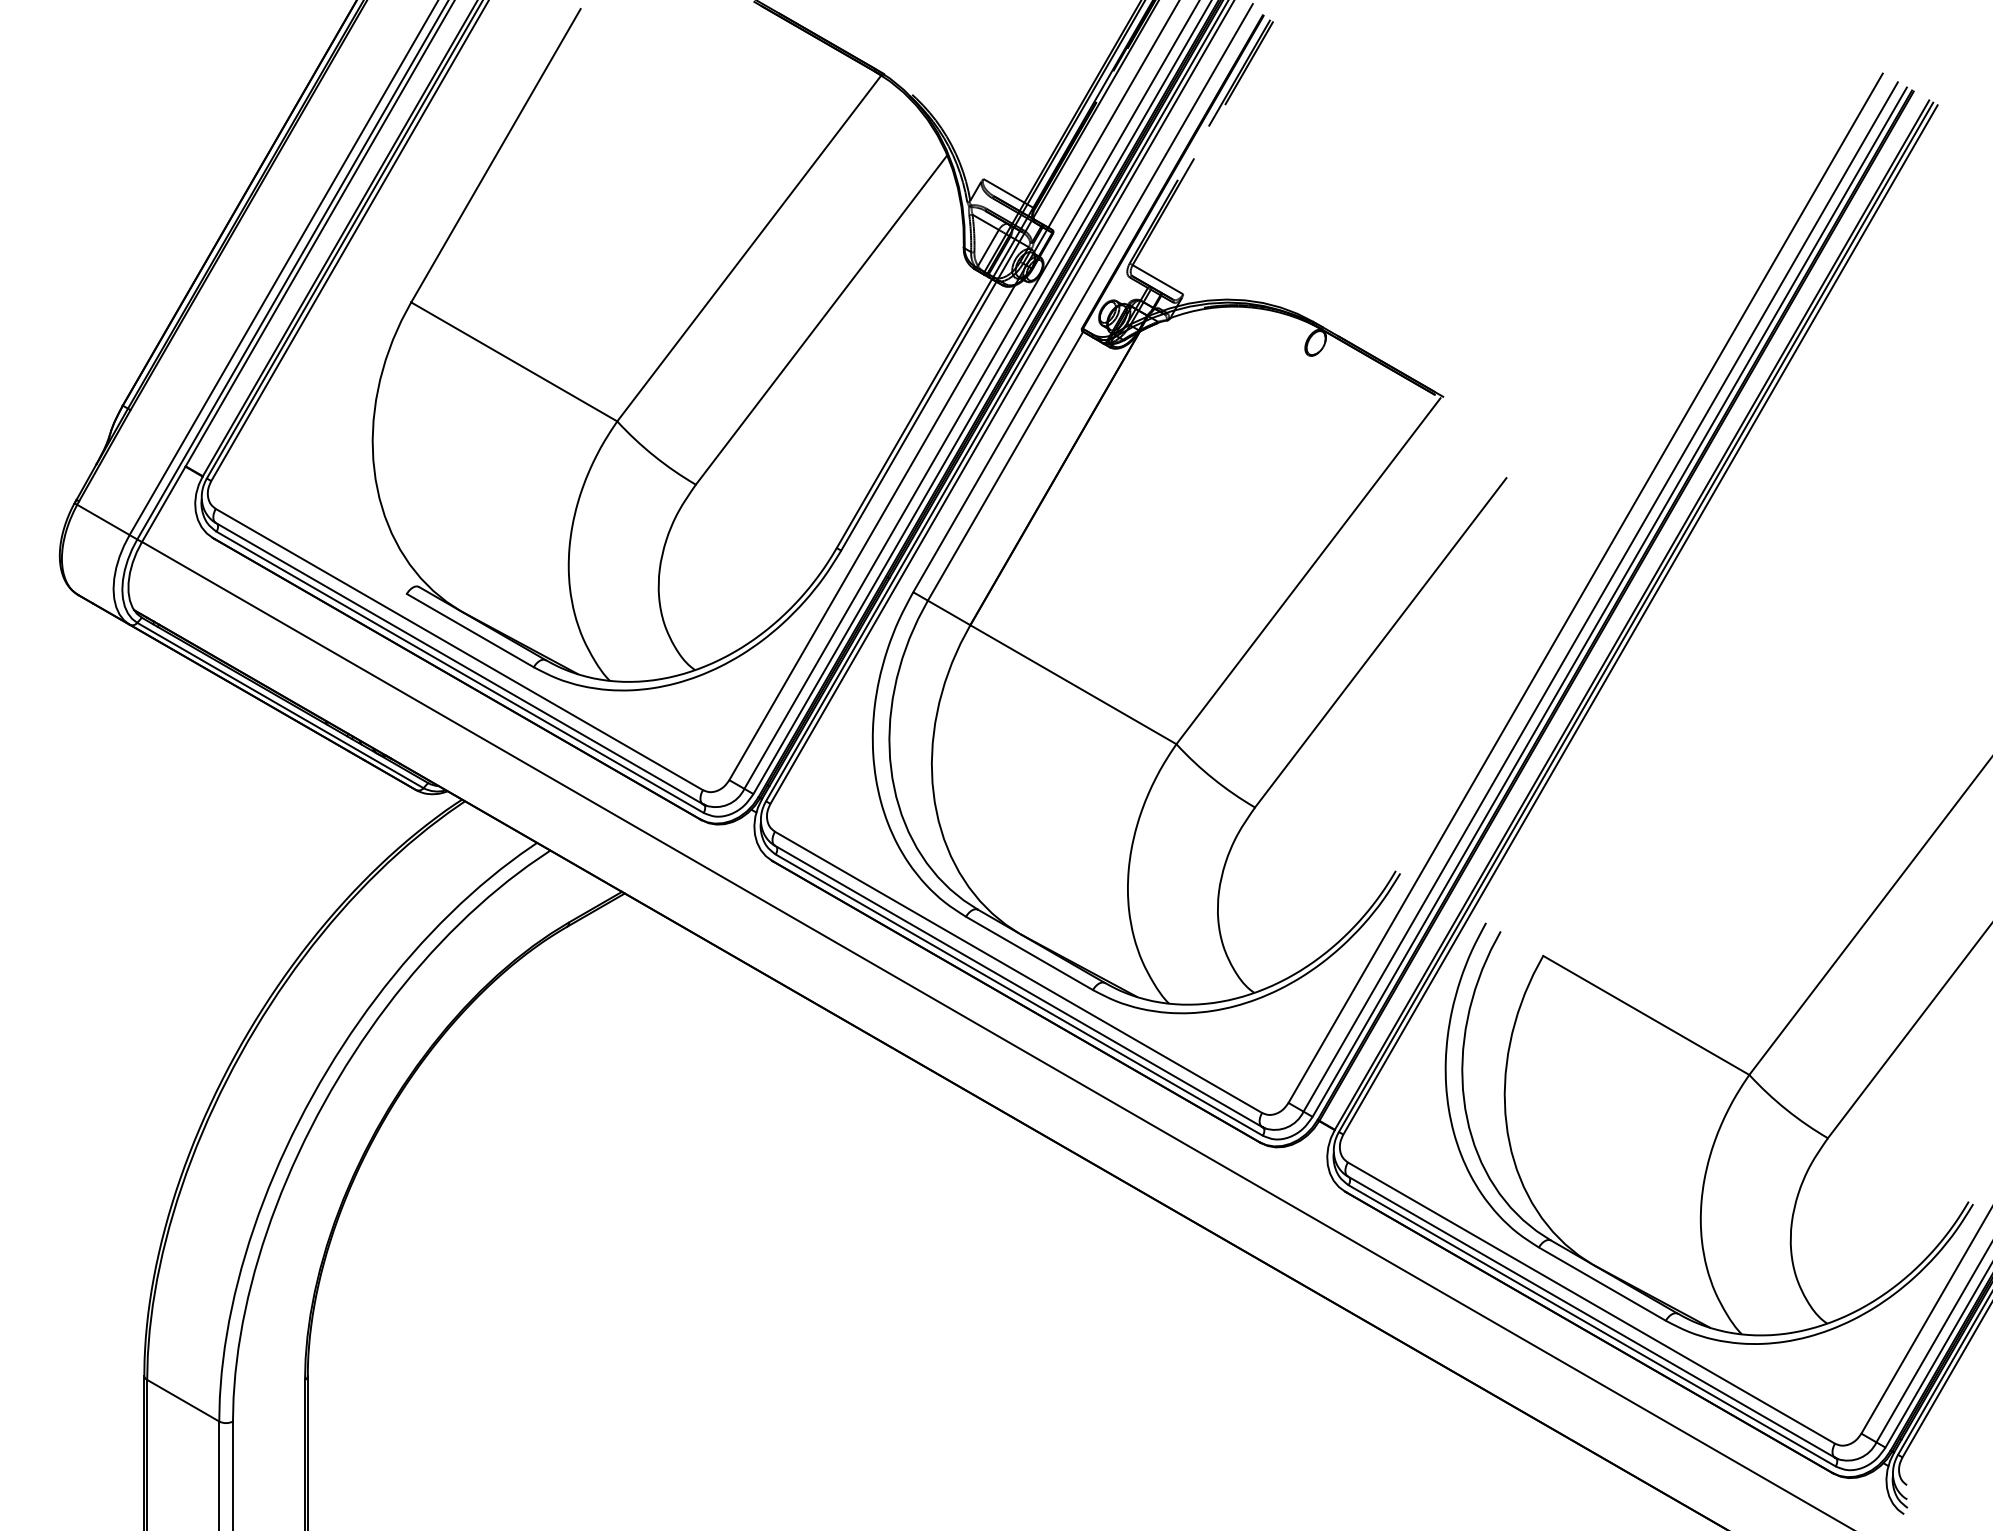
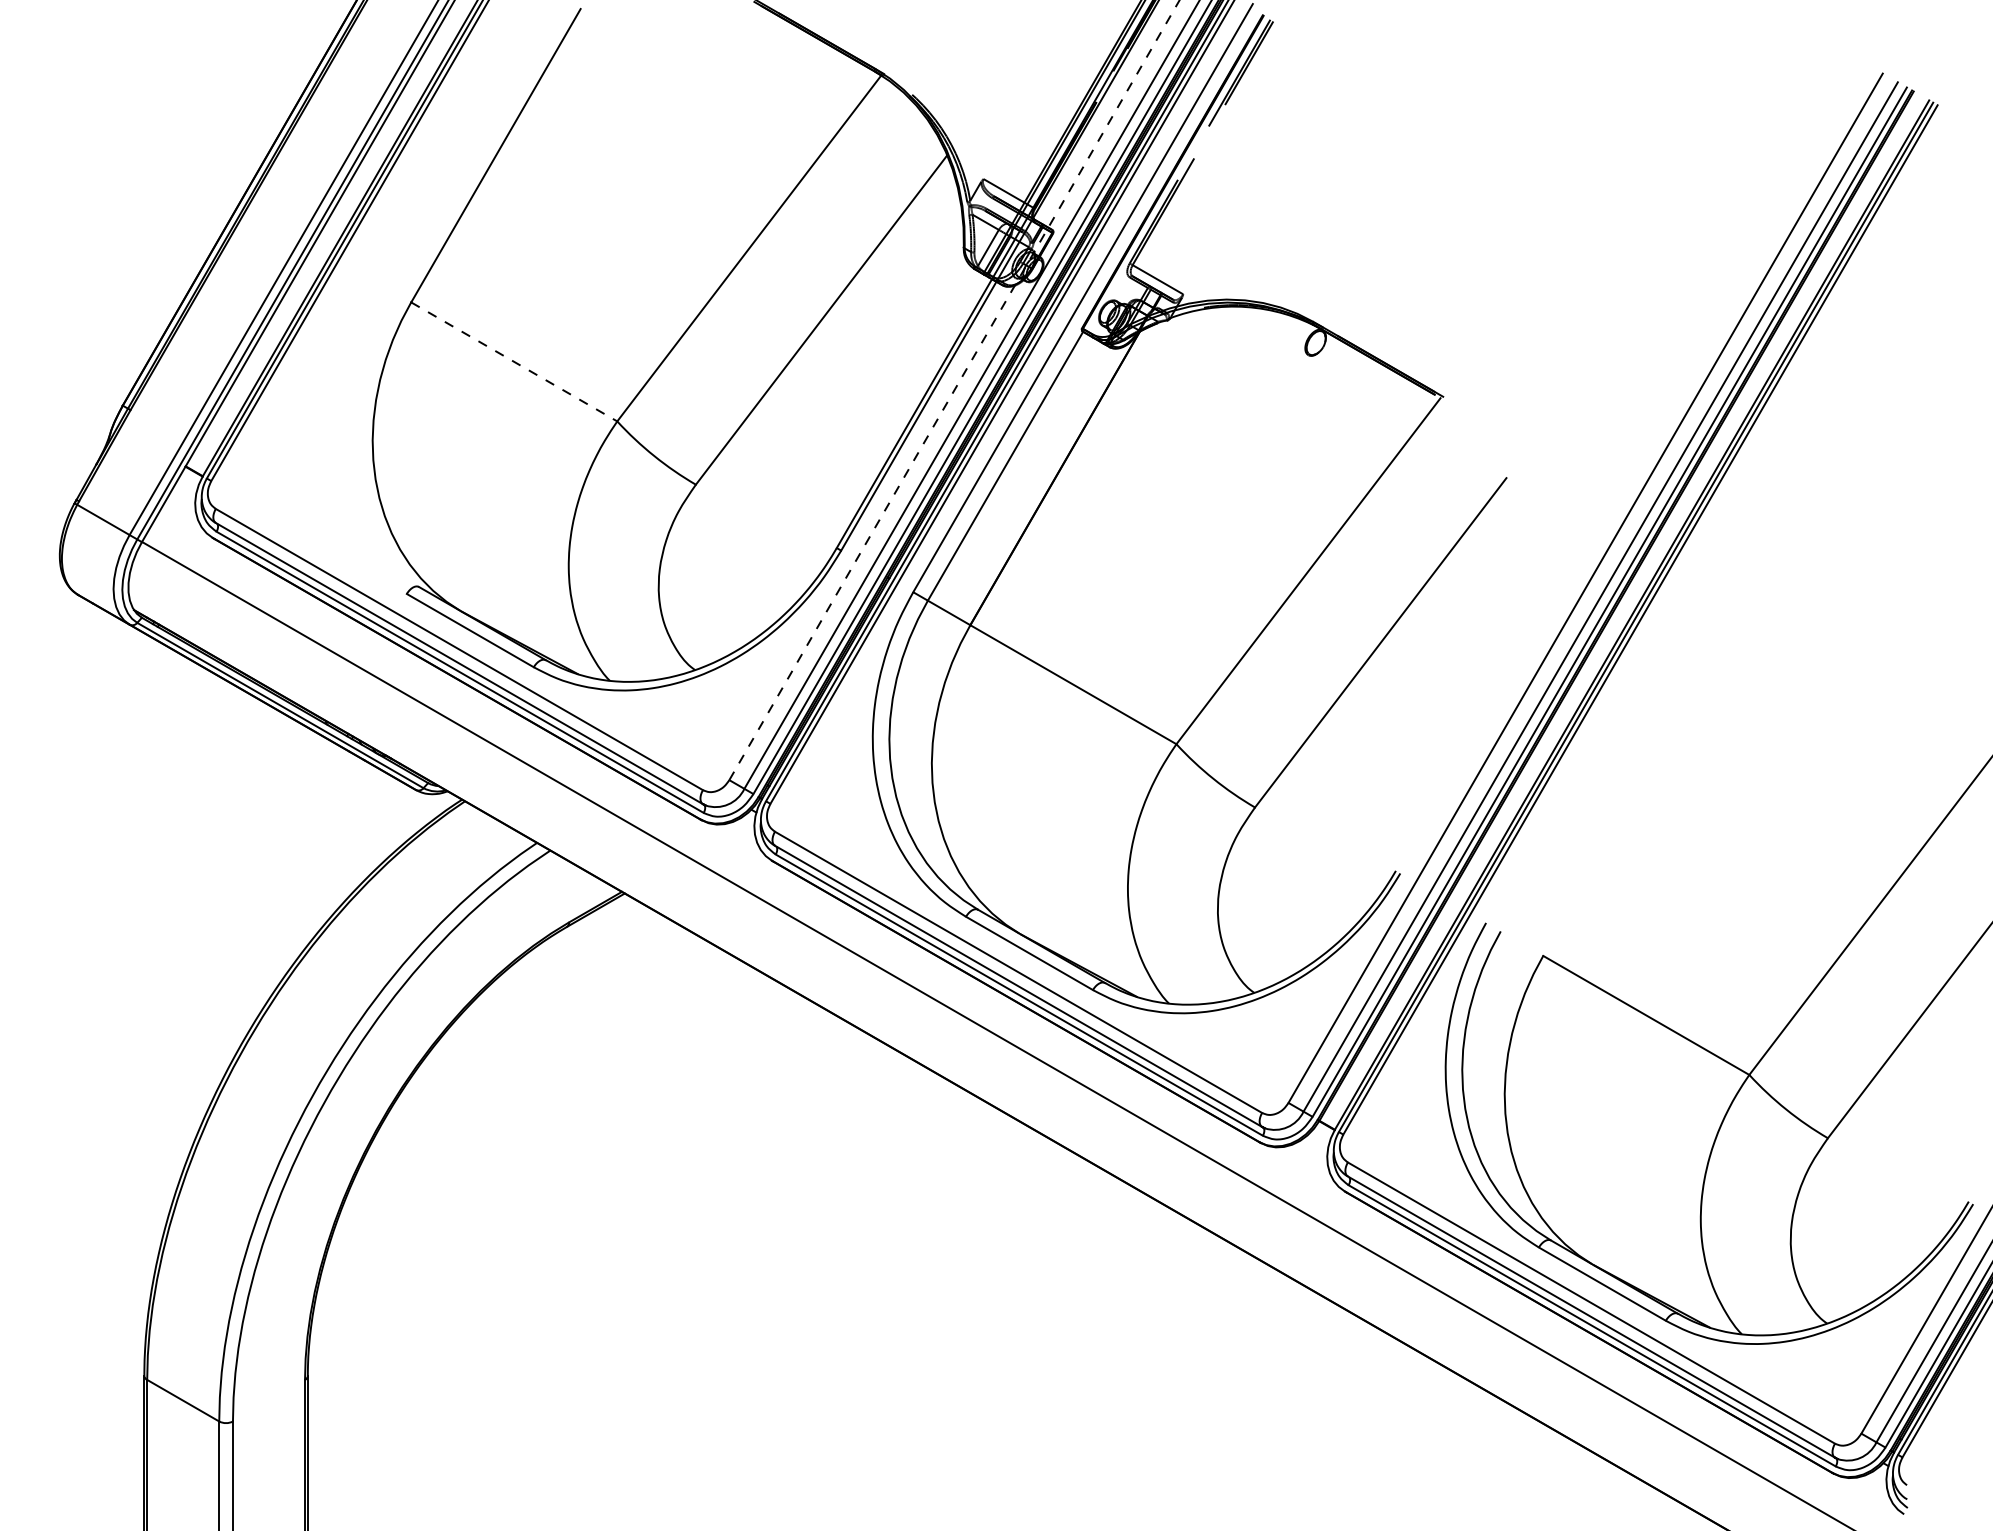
line at (514, 361): solid -> dashed
line at (954, 389): solid -> dashed
